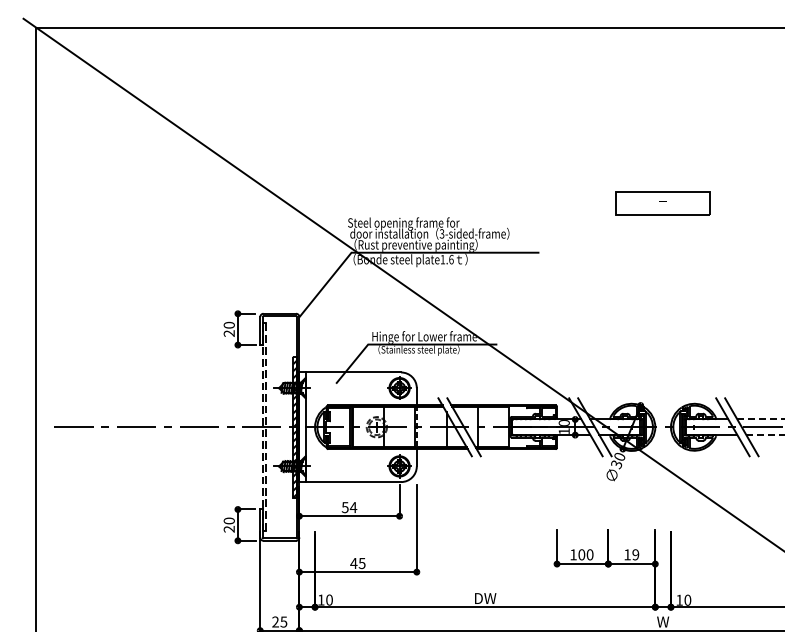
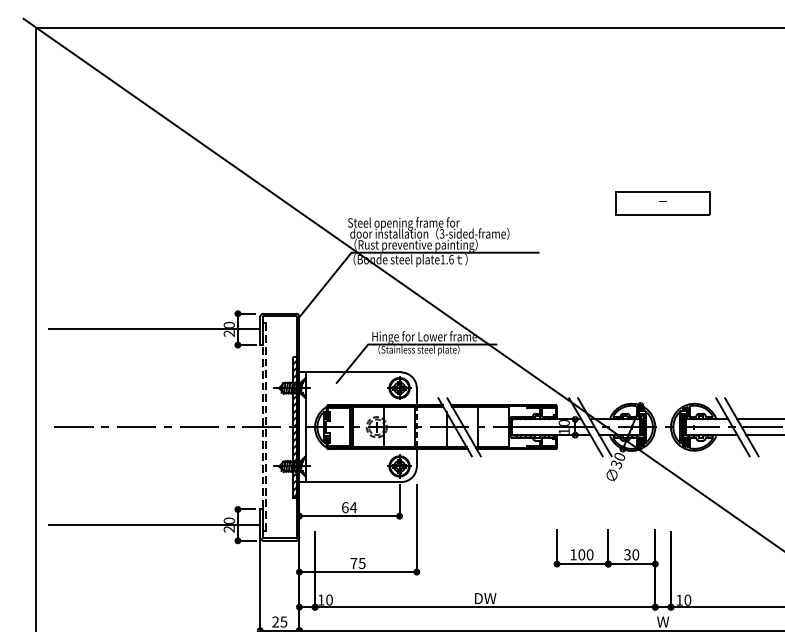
line at (154, 329): none -> present
line at (761, 419): dashed -> solid
line at (765, 435): dashed -> solid
text at (344, 507): 54 -> 64
line at (154, 525): none -> present
text at (631, 554): 19 -> 30
text at (353, 563): 45 -> 75
